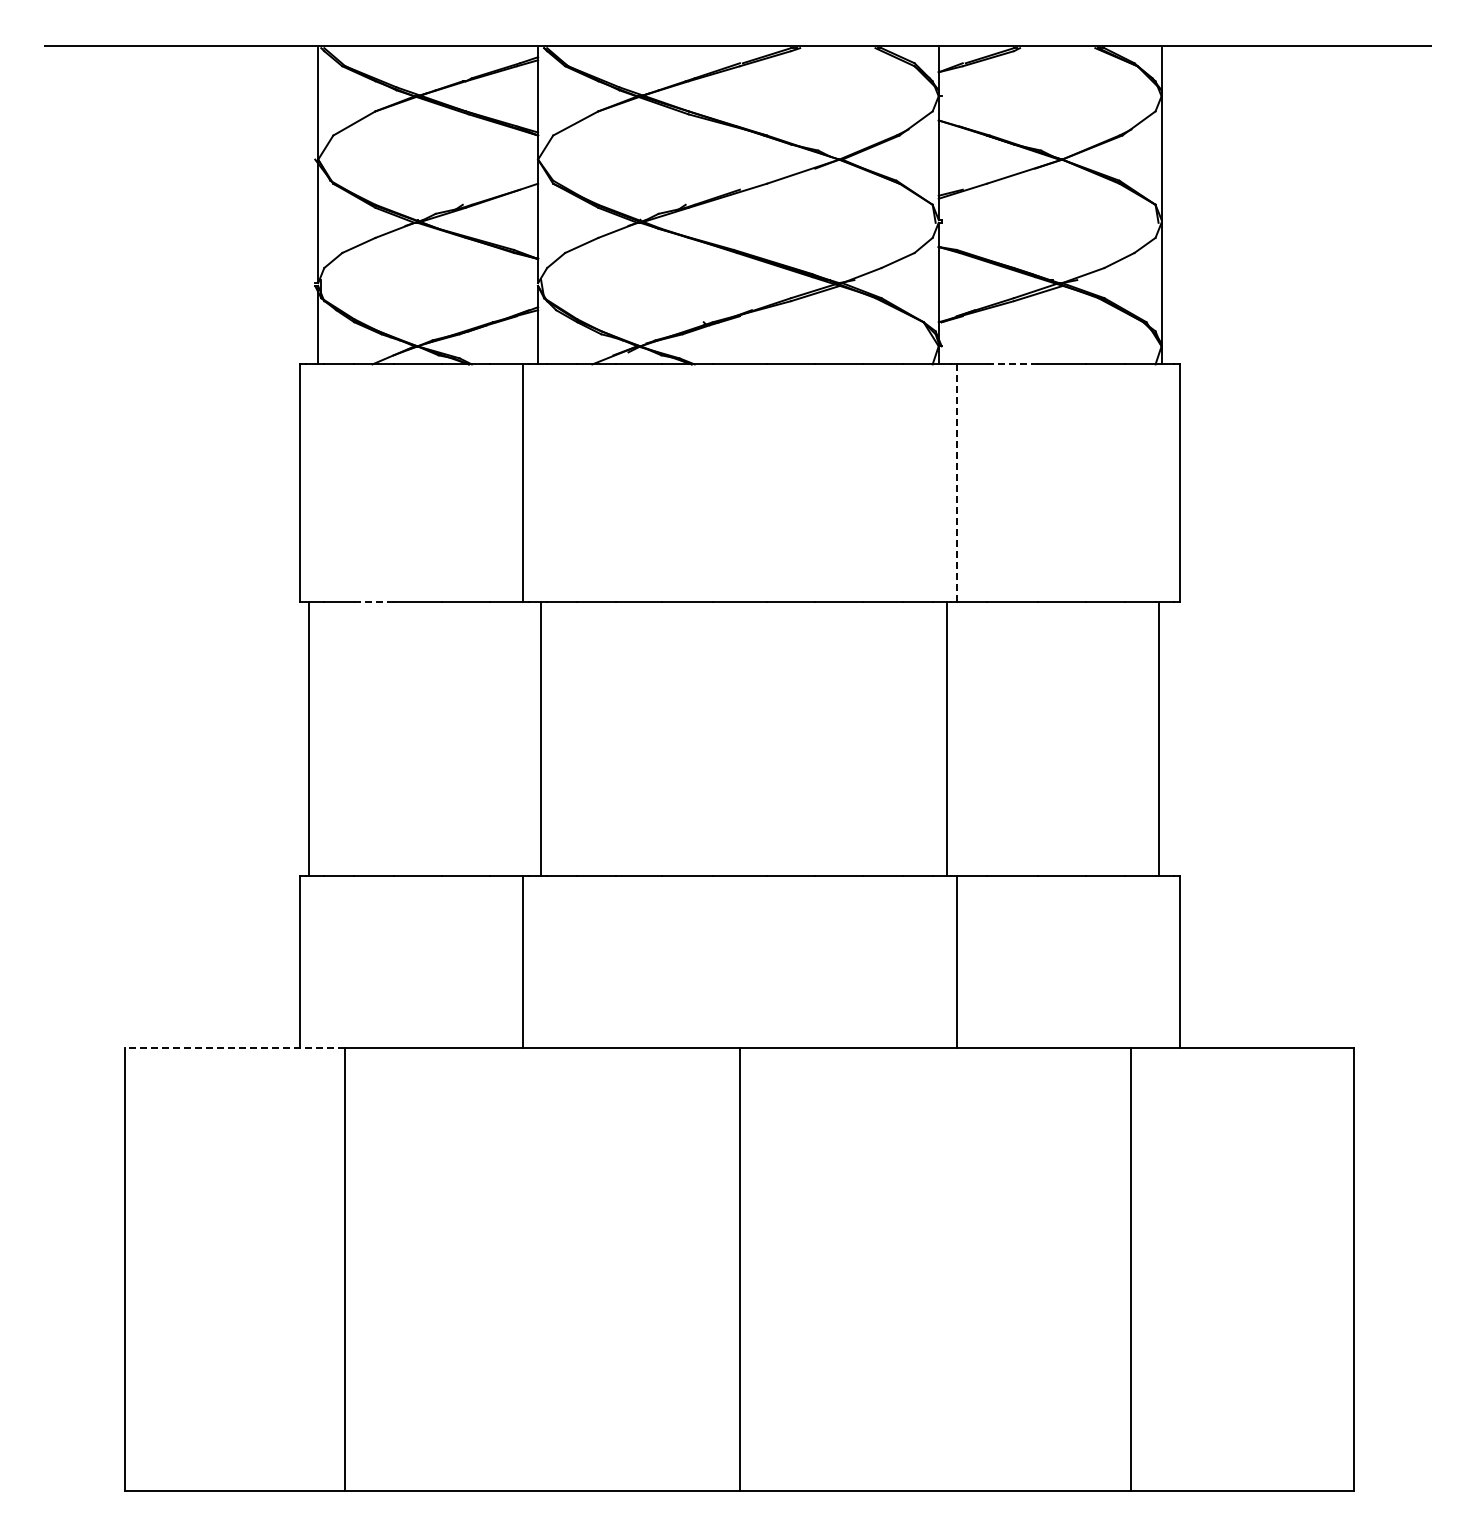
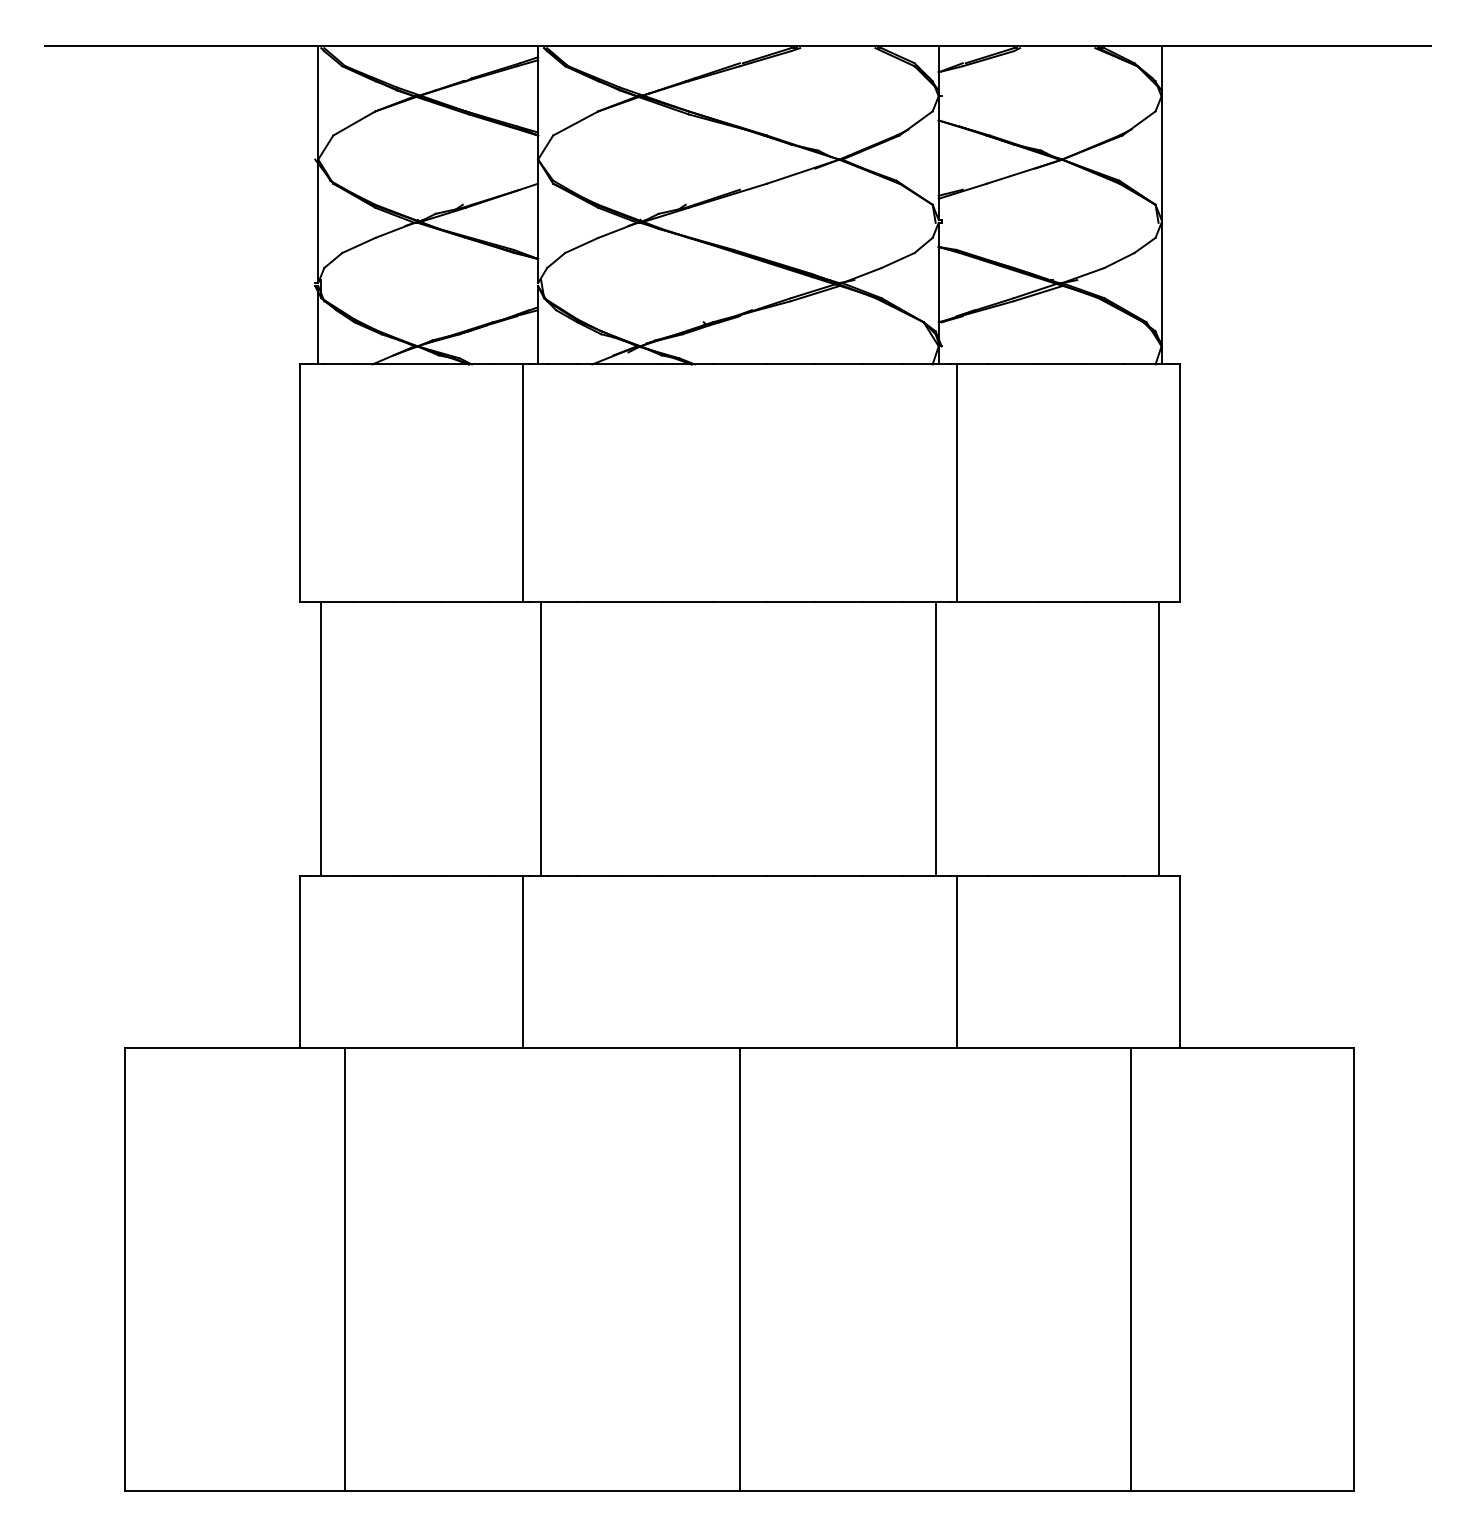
line at (1012, 364): dashed -> solid
line at (956, 483): dashed -> solid
line at (373, 602): dashed -> solid
line at (309, 739) position: (309, 739) -> (321, 739)
line at (946, 739) position: (946, 739) -> (935, 739)
line at (235, 1048): dashed -> solid
